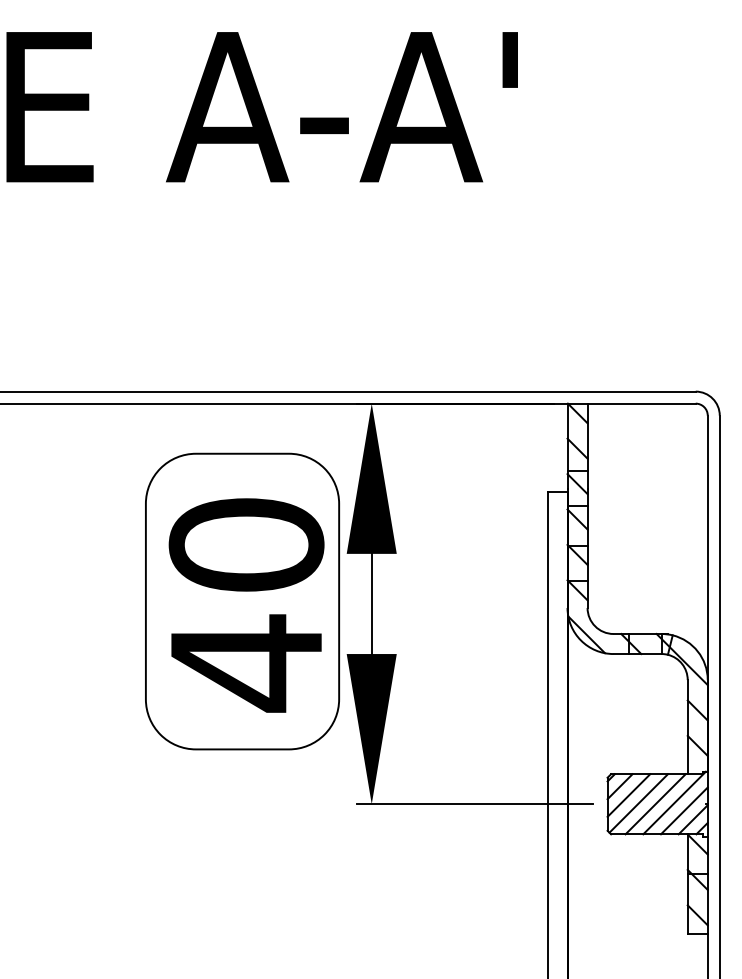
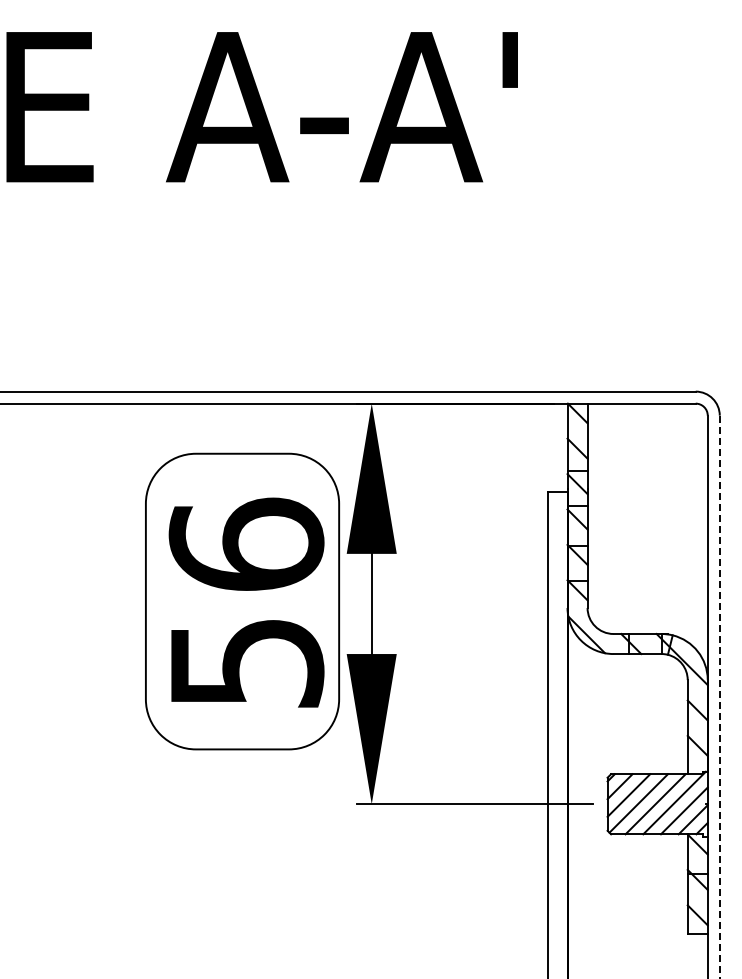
text at (246, 604): 40 -> 56
line at (719, 697): solid -> dashed
